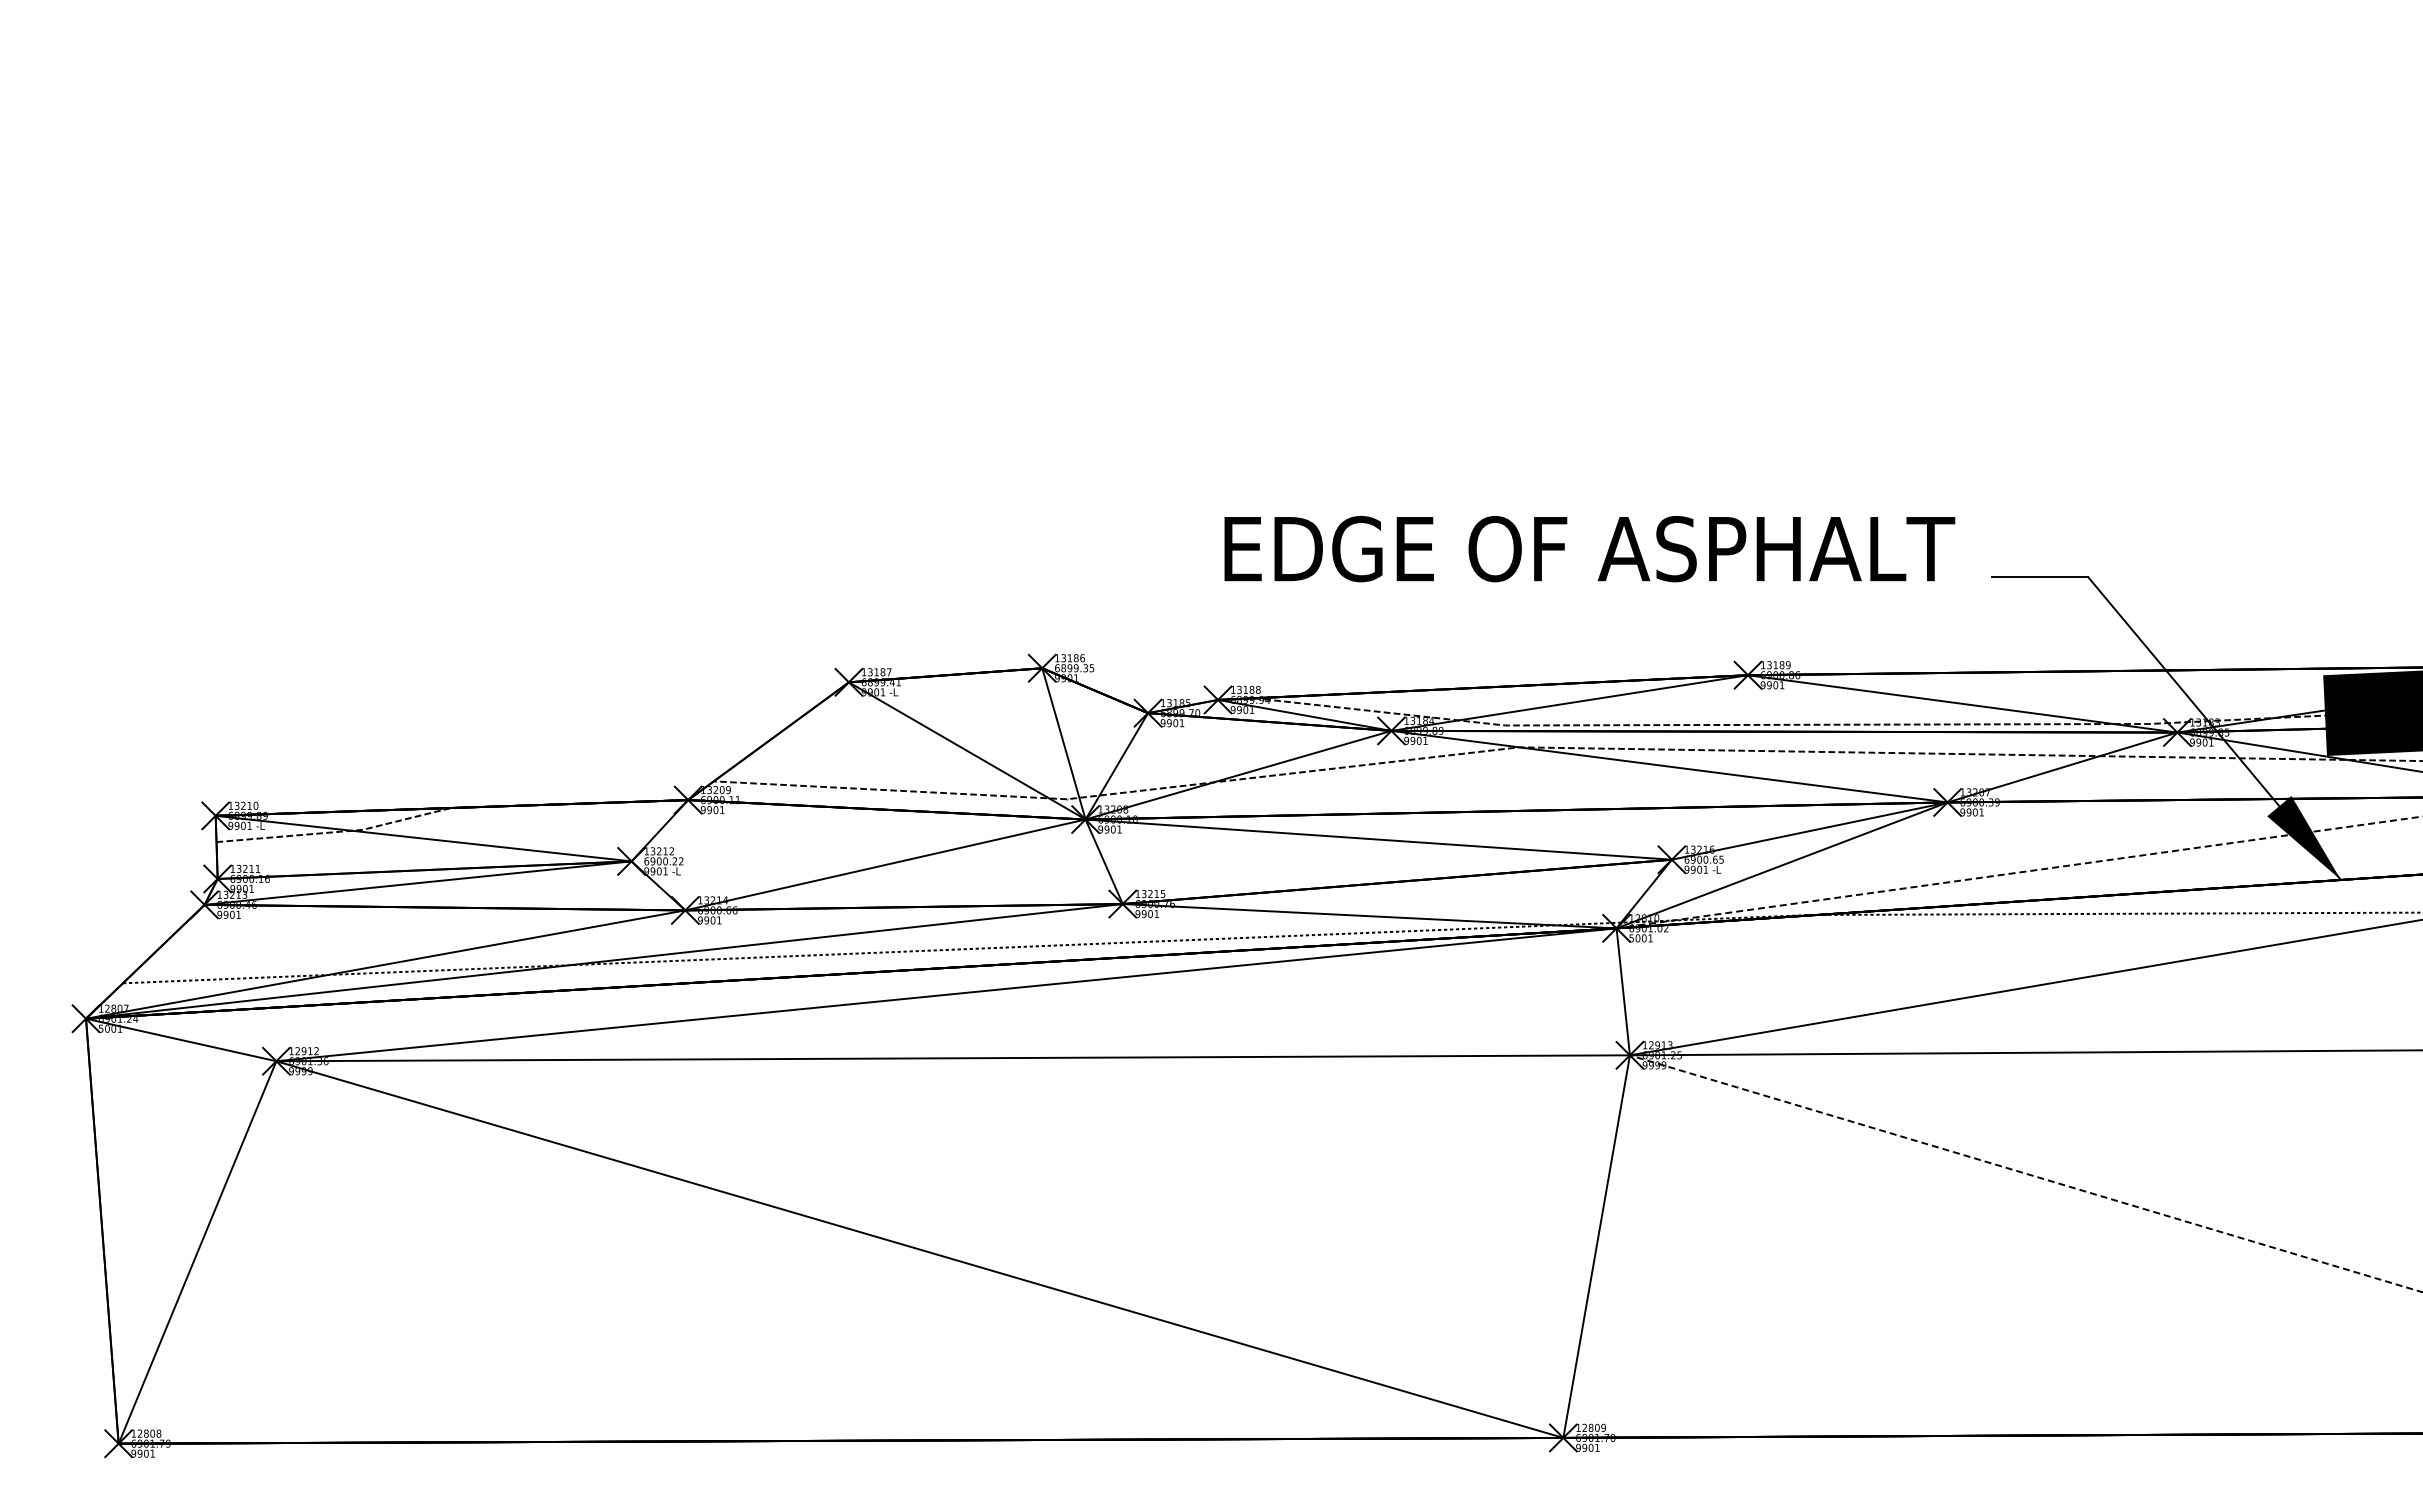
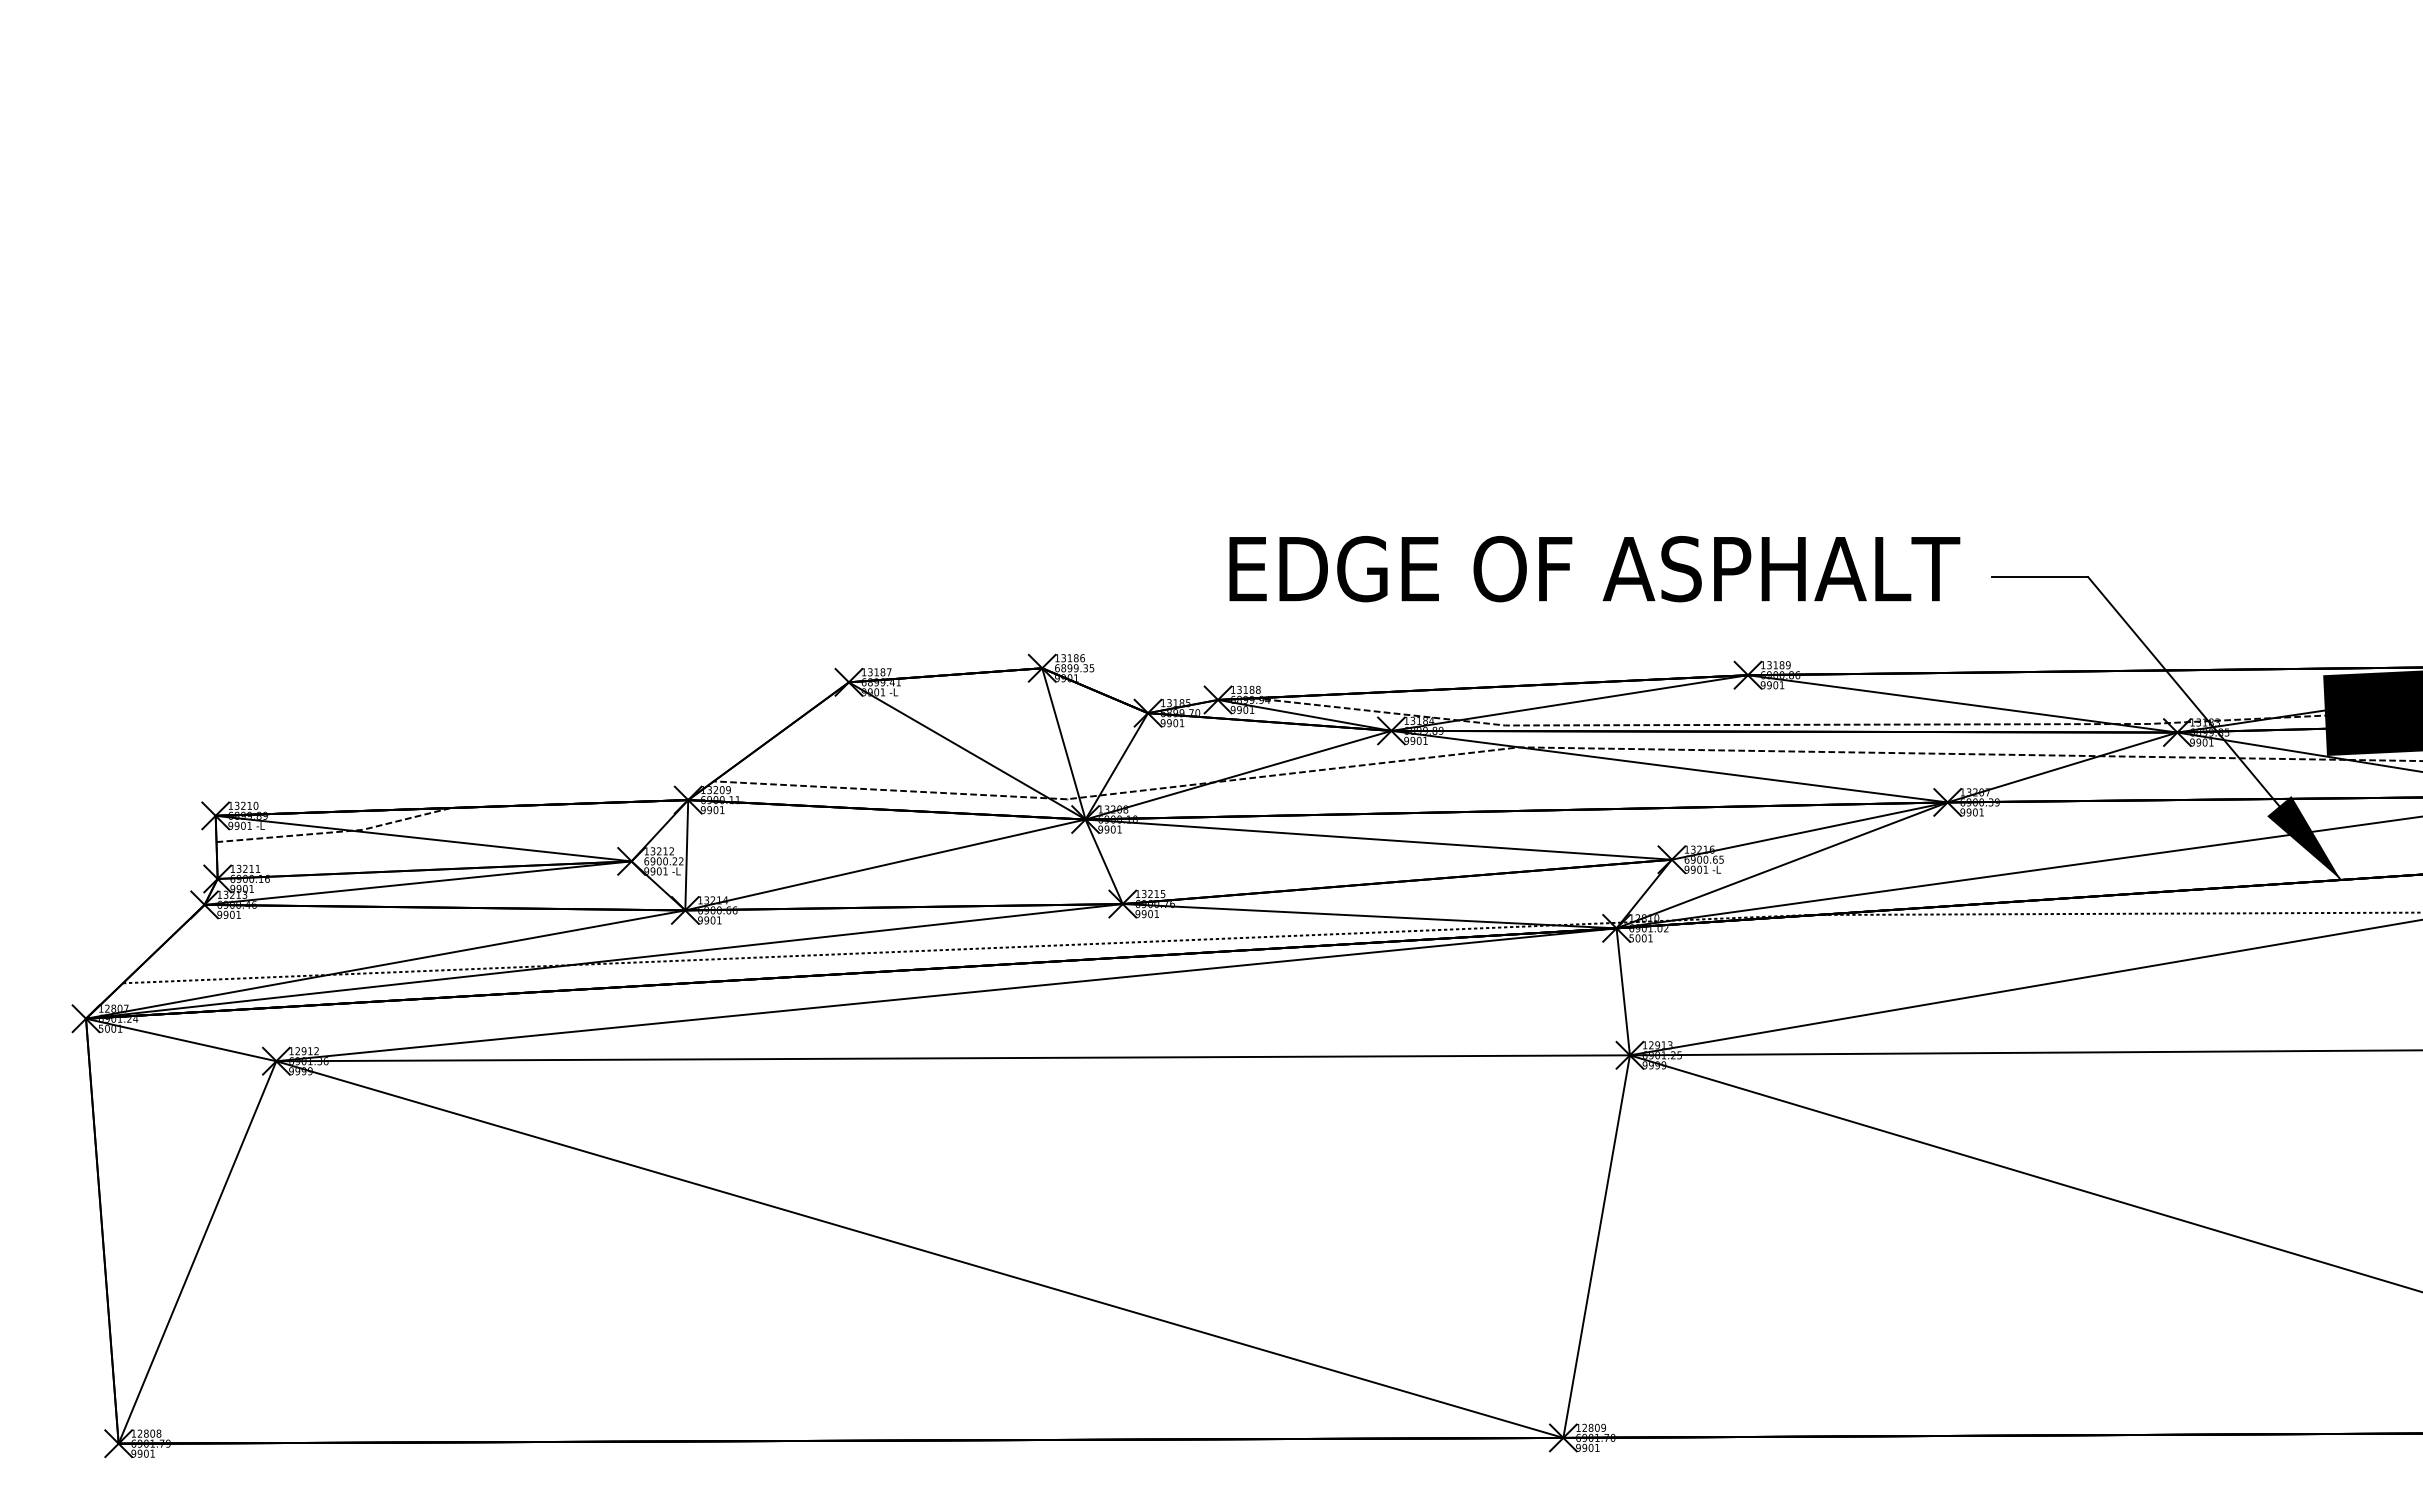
text at (1589, 549) position: (1589, 549) -> (1594, 569)
line at (686, 855): none -> present
line at (2019, 872): dashed -> solid
line at (2026, 1173): dashed -> solid
